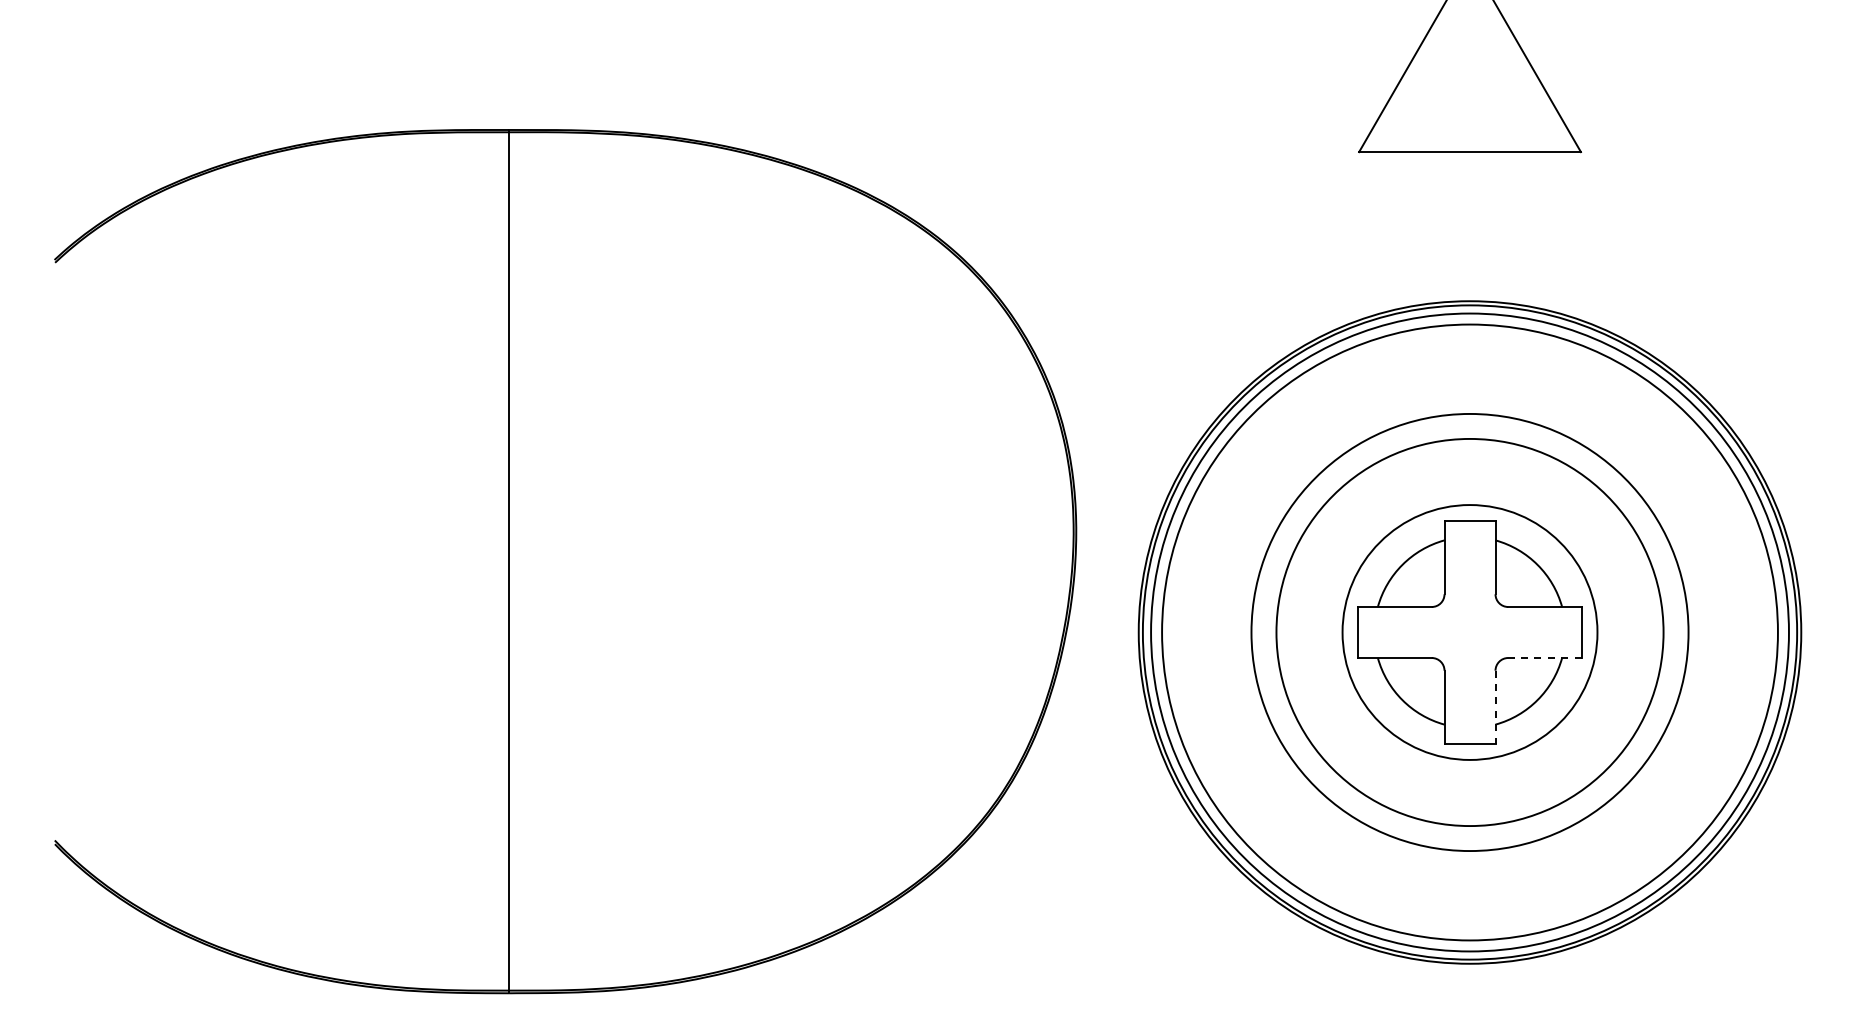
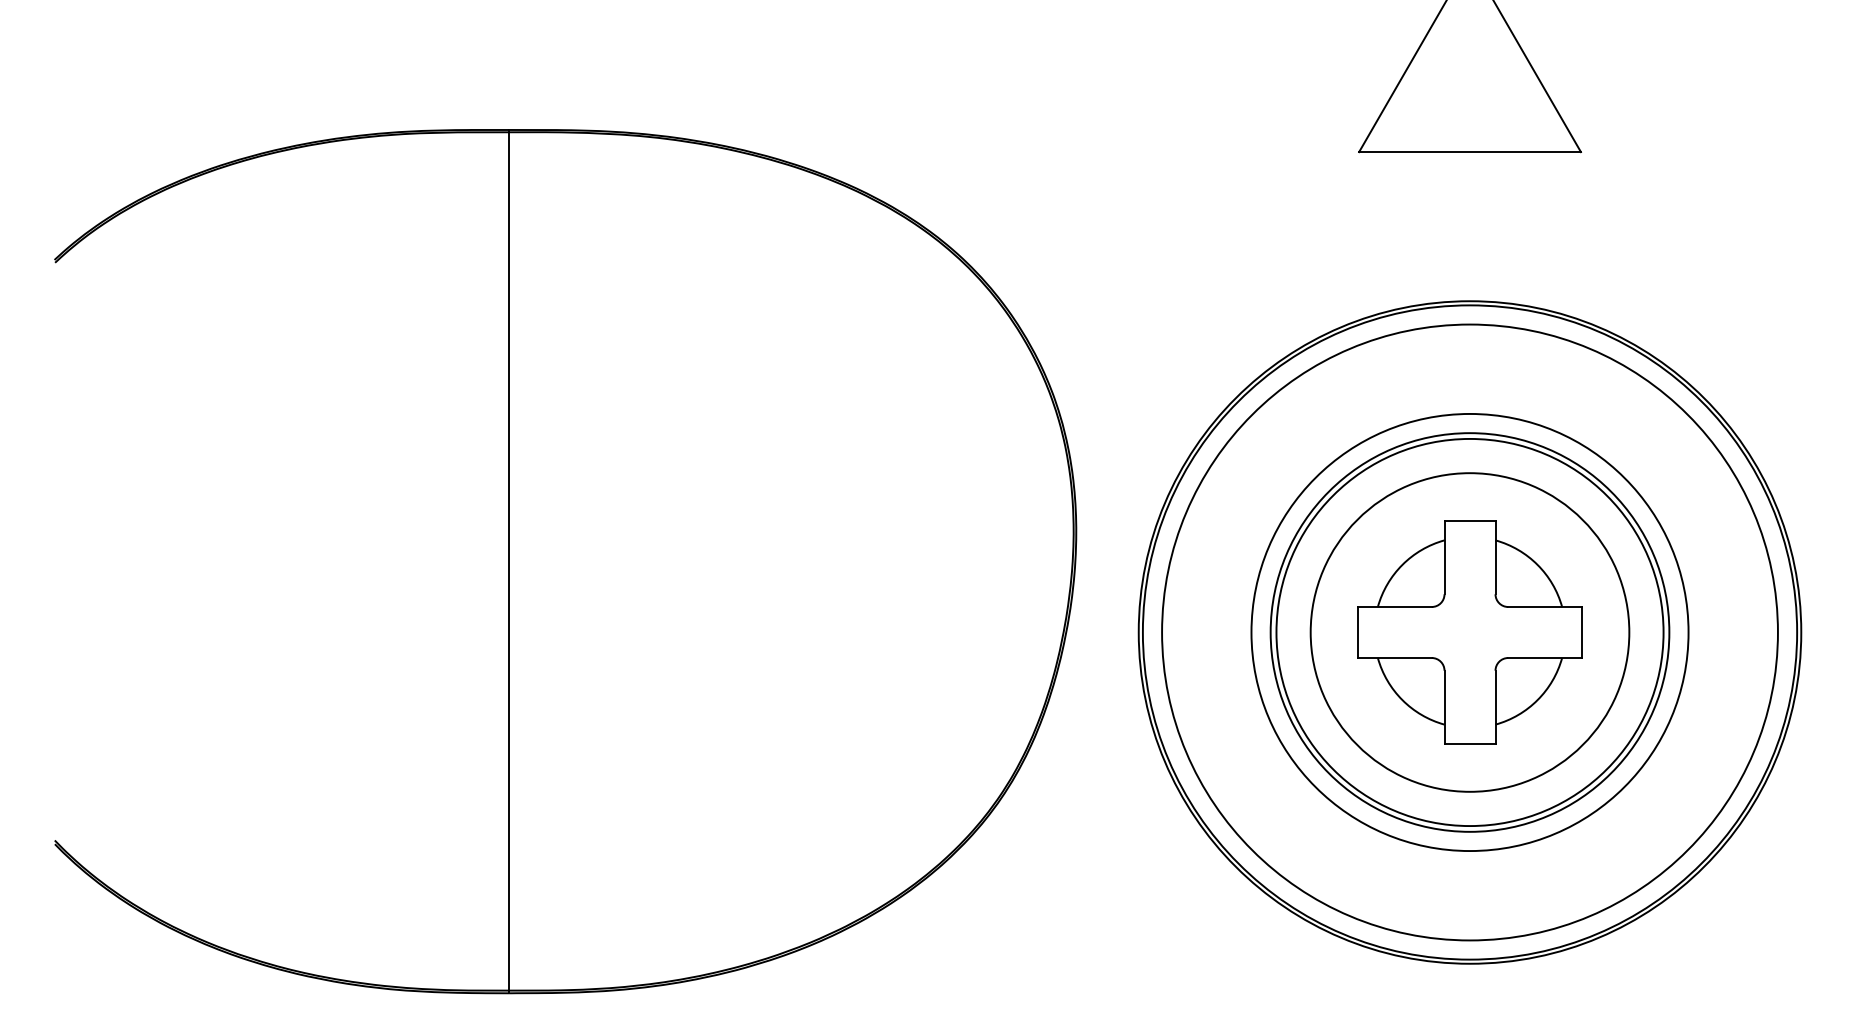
circle at (1469, 632) diameter: 255 px -> 319 px
circle at (1469, 632) diameter: 638 px -> 399 px
line at (1544, 658): dashed -> solid
line at (1495, 707): dashed -> solid
